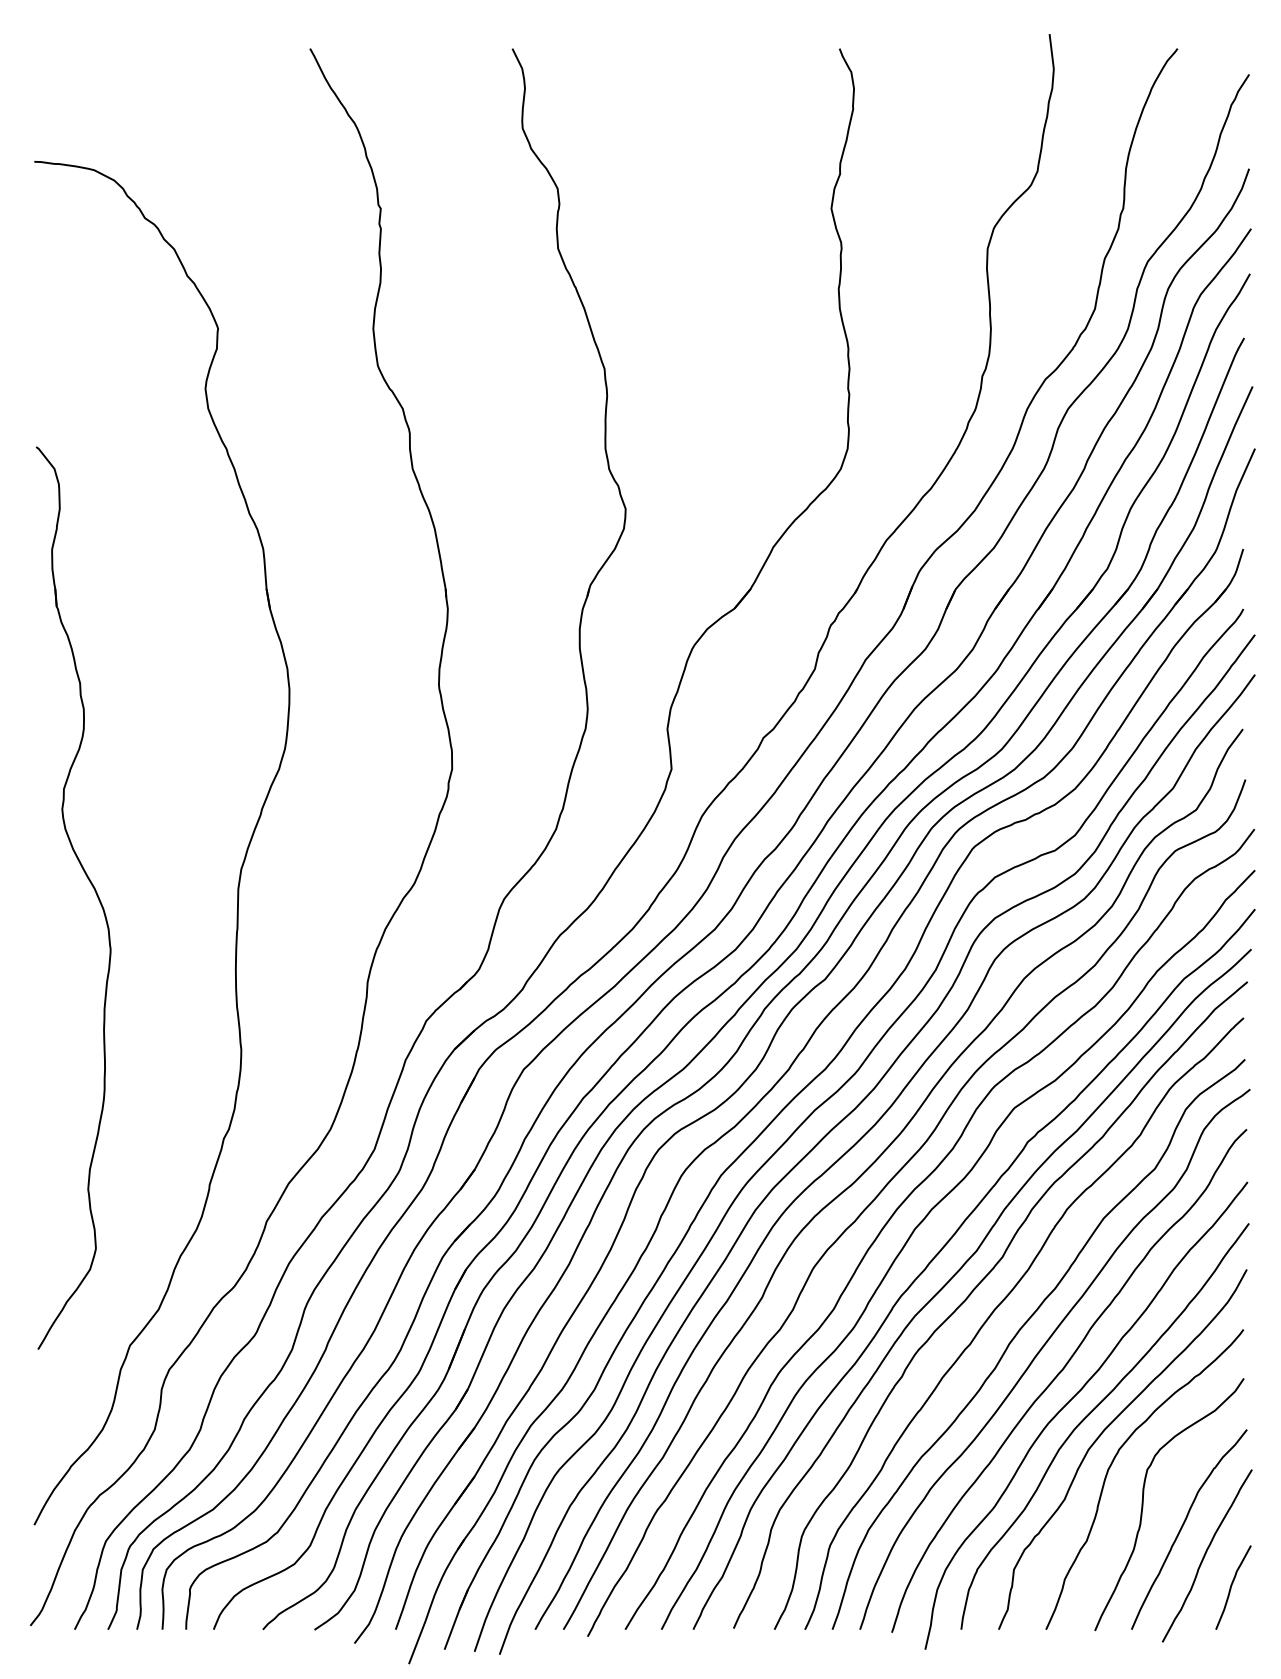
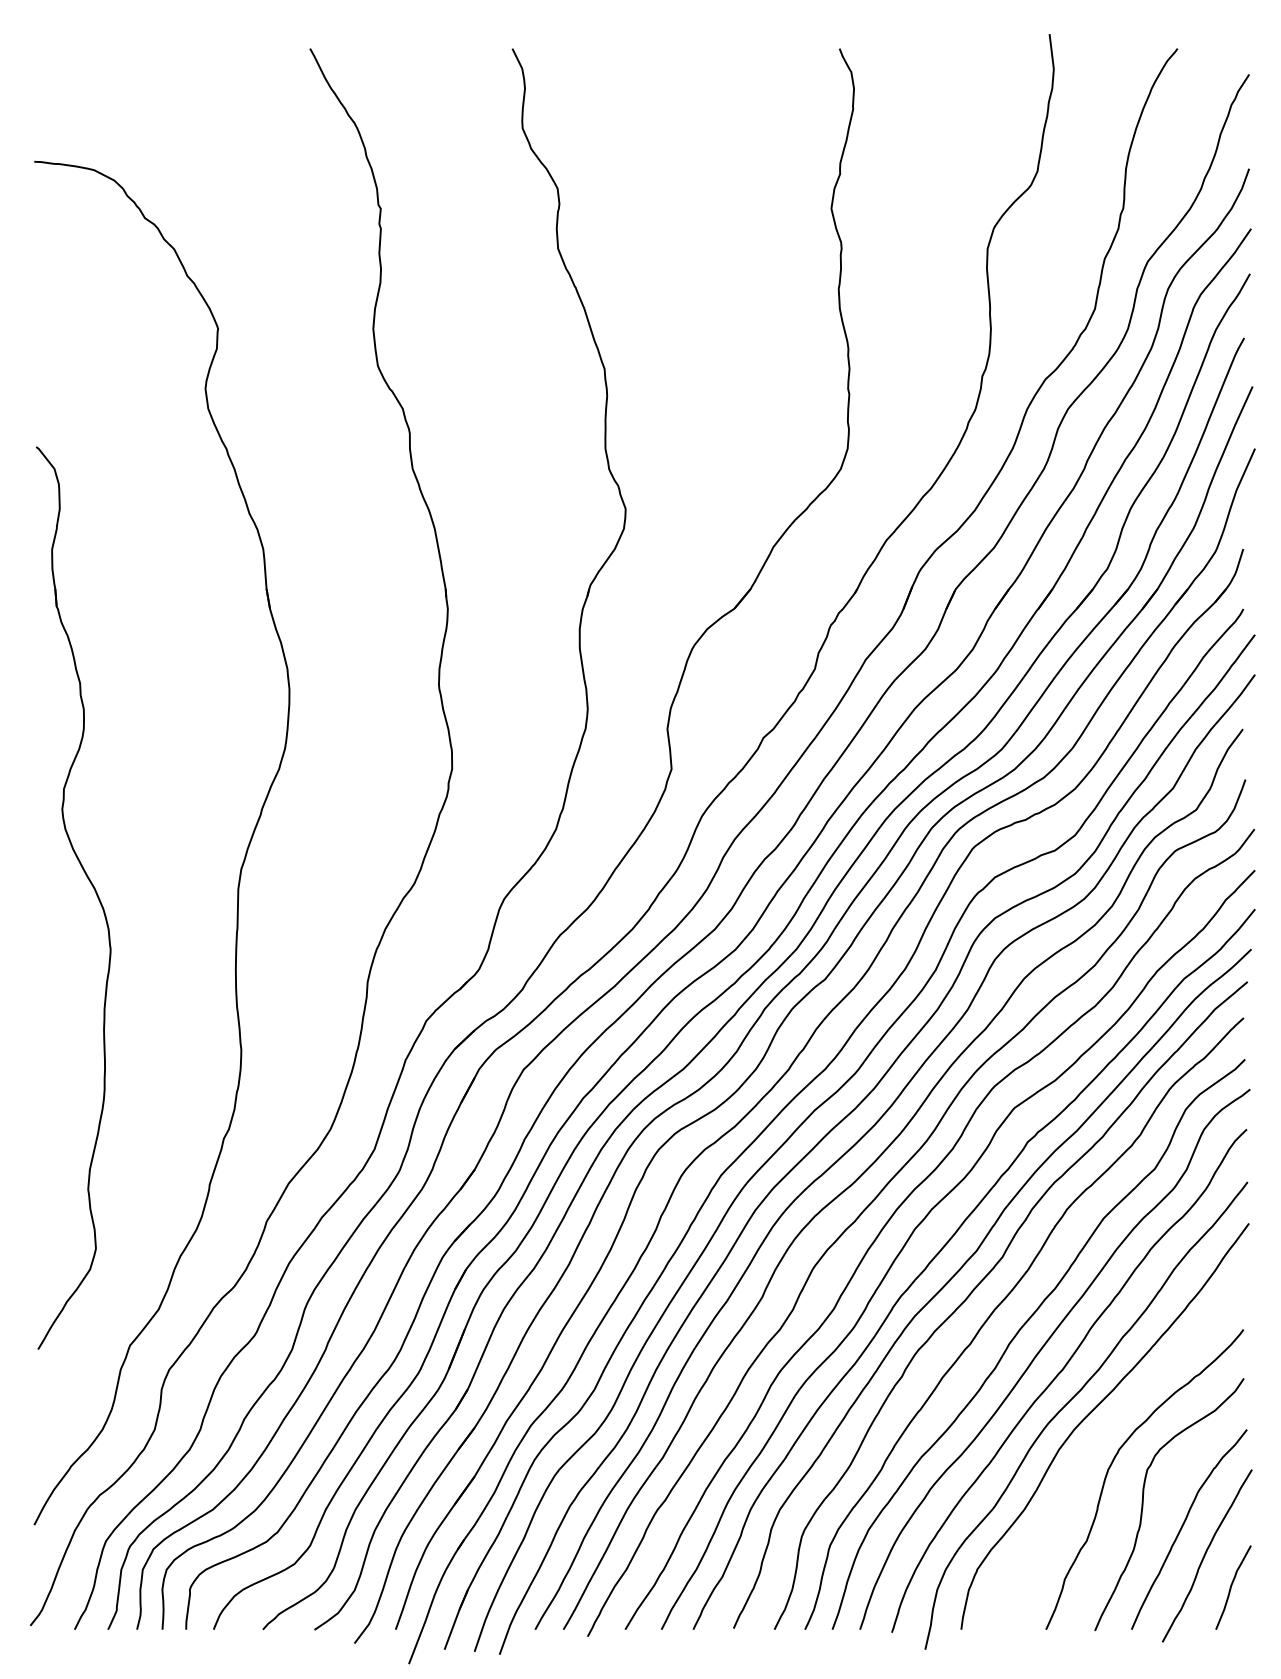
curve at (1102, 1434): present -> none
